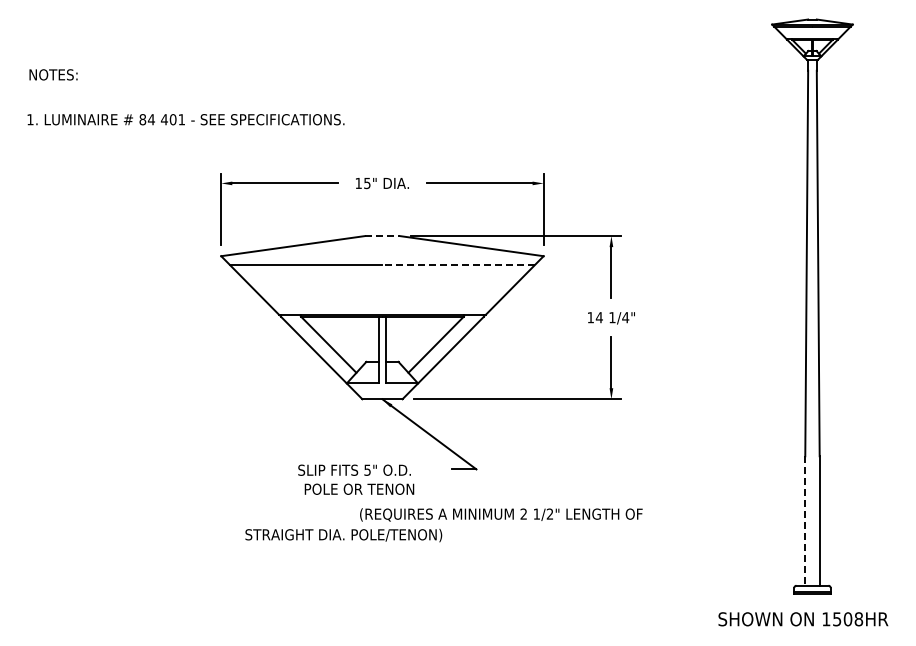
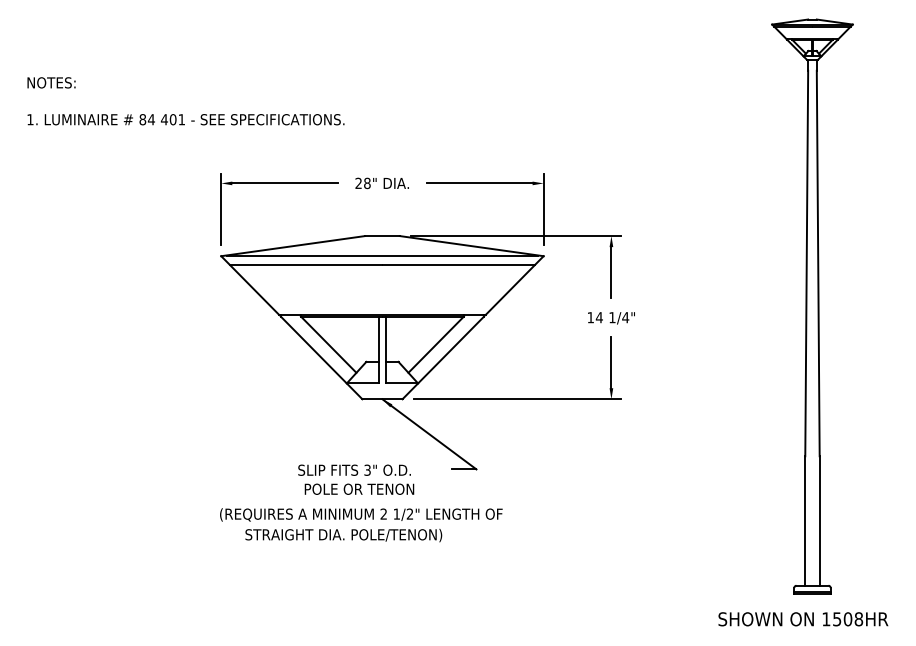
text at (53, 74) position: (53, 74) -> (51, 82)
text at (362, 182): 15" -> 28"
line at (382, 236): dashed -> solid
line at (382, 256): none -> present
line at (458, 264): dashed -> solid
text at (367, 469): 5" -> 3"
text at (501, 514) position: (501, 514) -> (361, 514)
line at (805, 521): dashed -> solid
